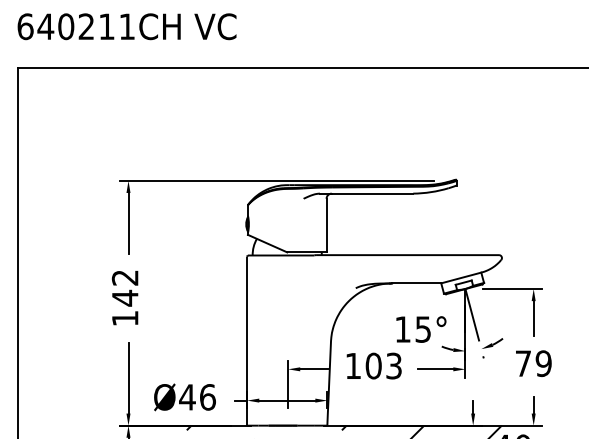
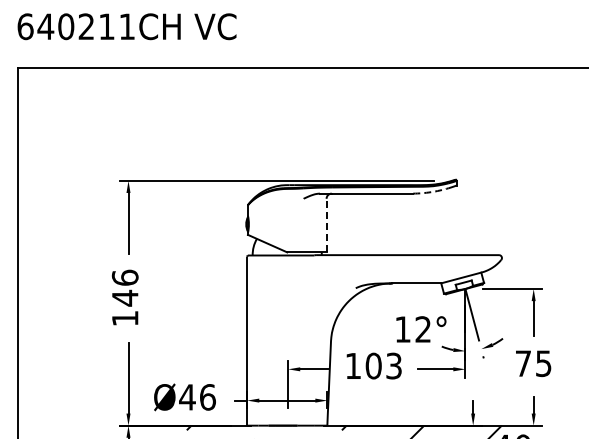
arc at (431, 192): solid -> dashed
line at (326, 225): solid -> dashed
text at (124, 277): 142 -> 146
text at (422, 329): 15° -> 12°
text at (543, 363): 79 -> 75
